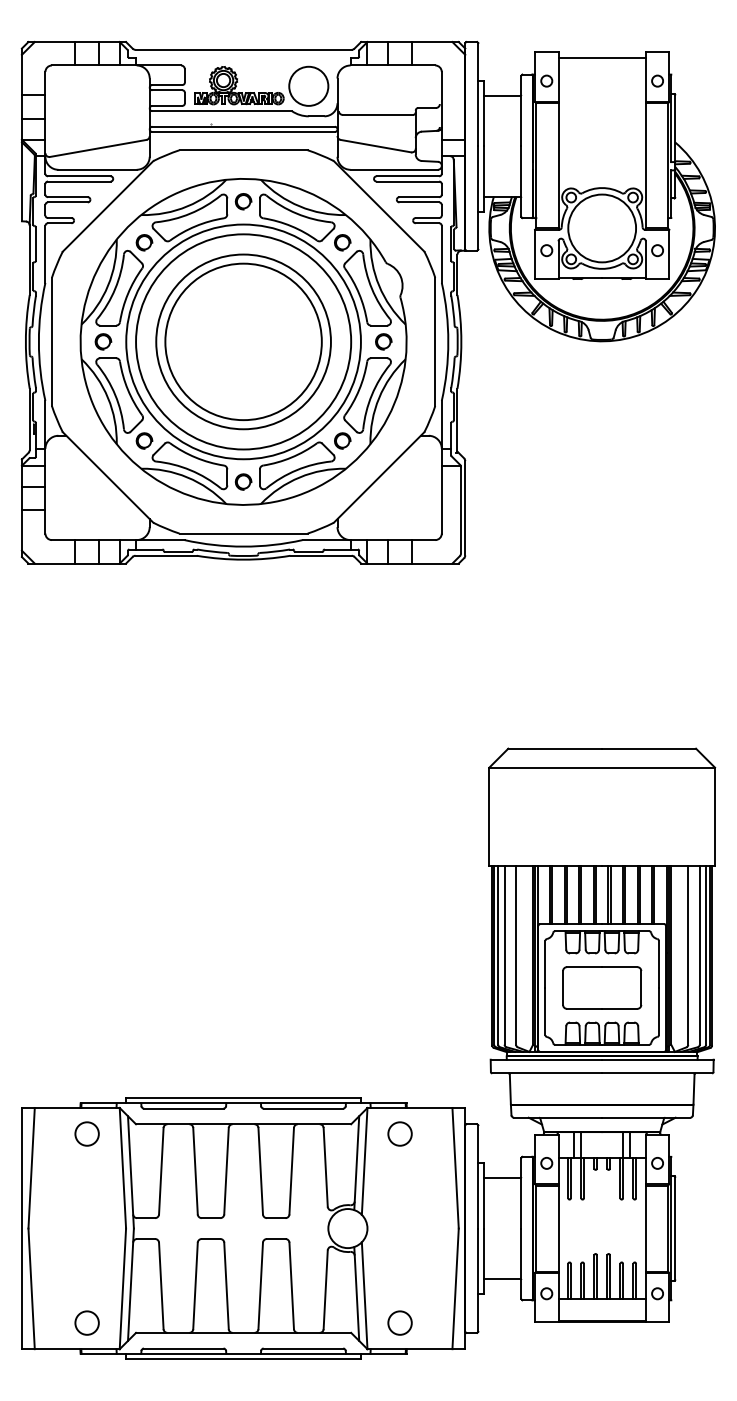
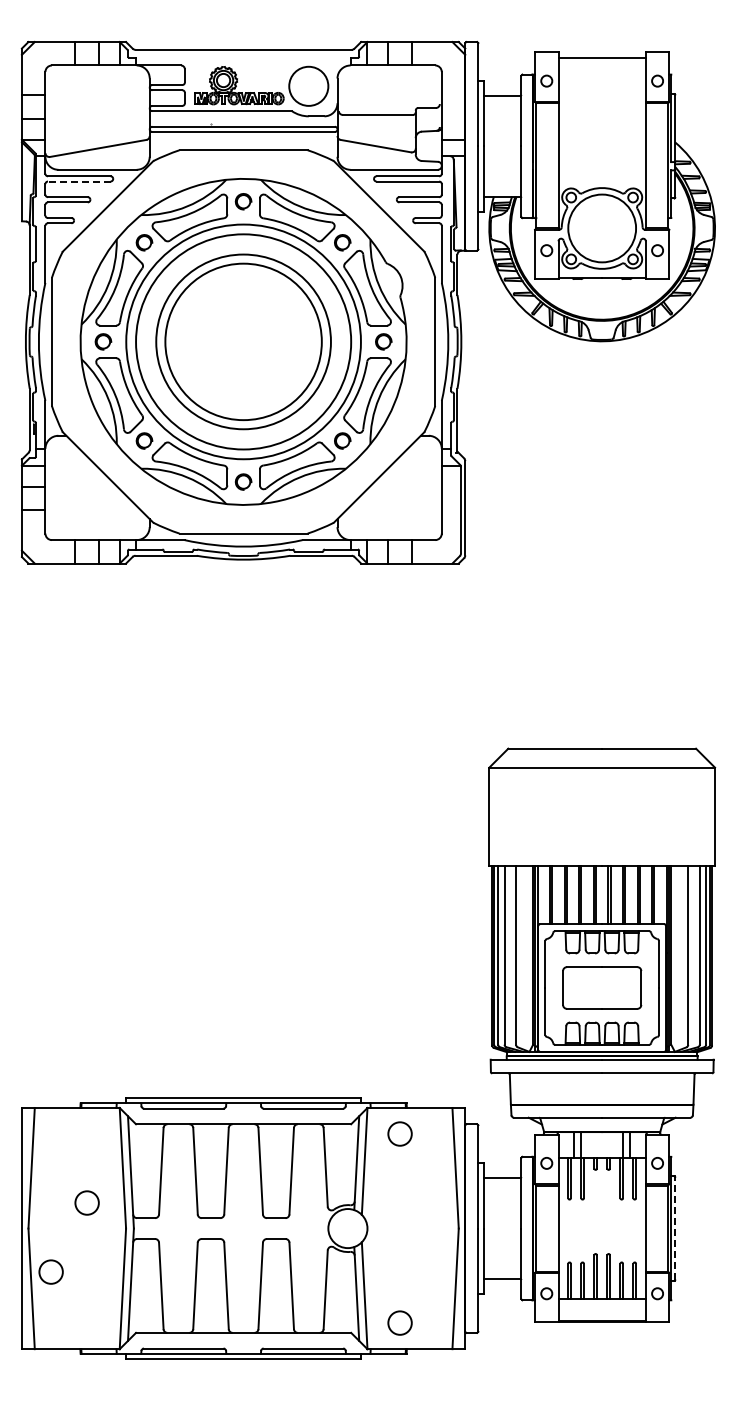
line at (78, 181): solid -> dashed
circle at (86, 1133) position: (86, 1133) -> (86, 1202)
line at (675, 1228): solid -> dashed
circle at (86, 1322) position: (86, 1322) -> (50, 1271)
